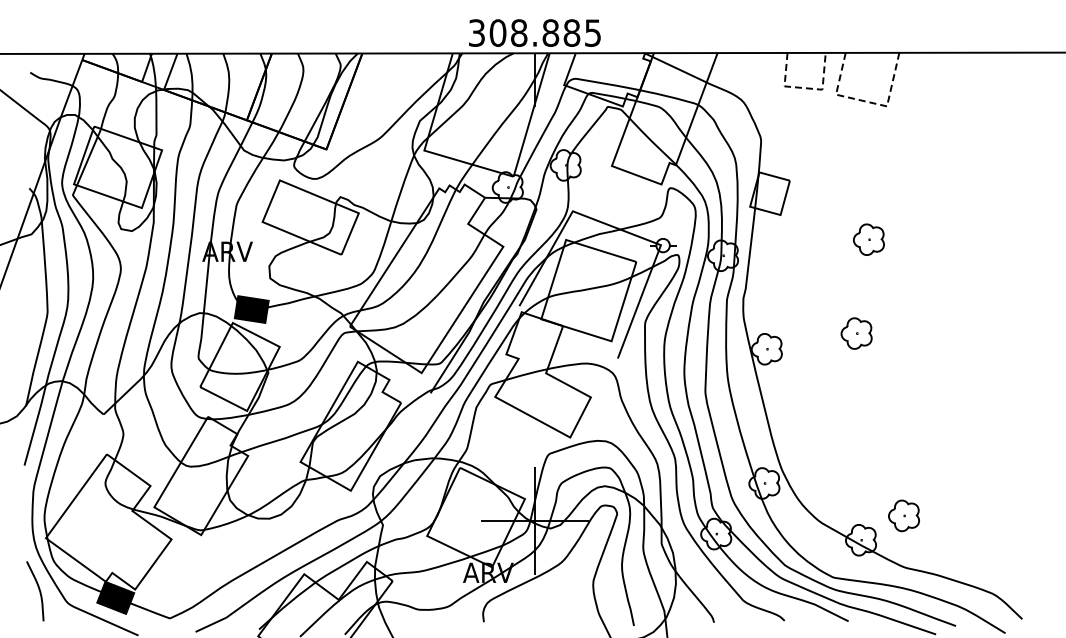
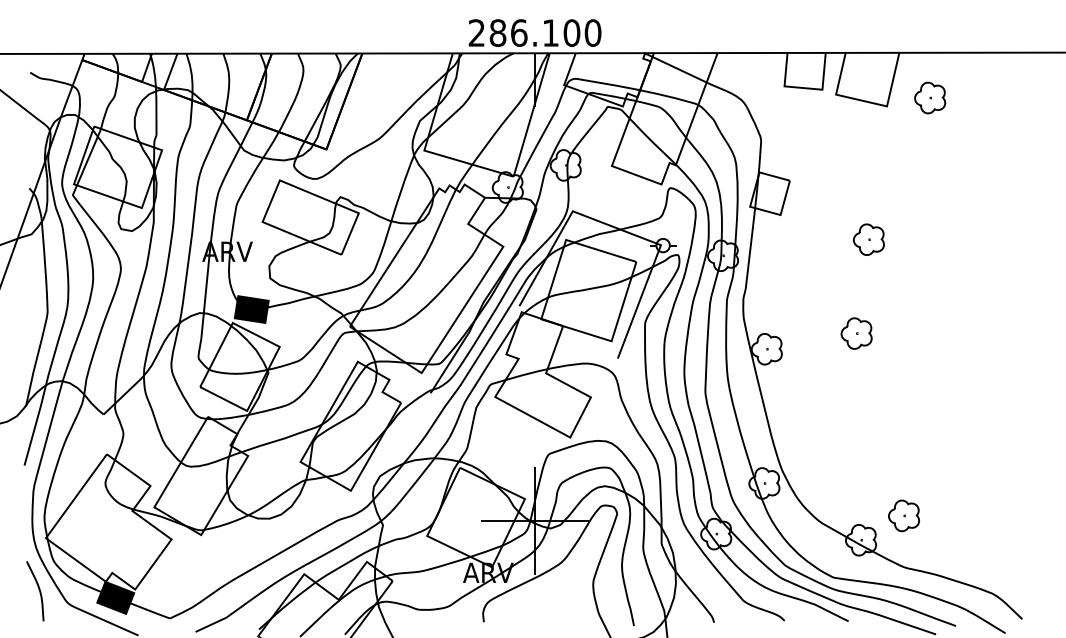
text at (534, 32): 308.885 -> 286.100
line at (804, 88): dashed -> solid
part at (930, 97): none -> present
line at (866, 101): dashed -> solid
